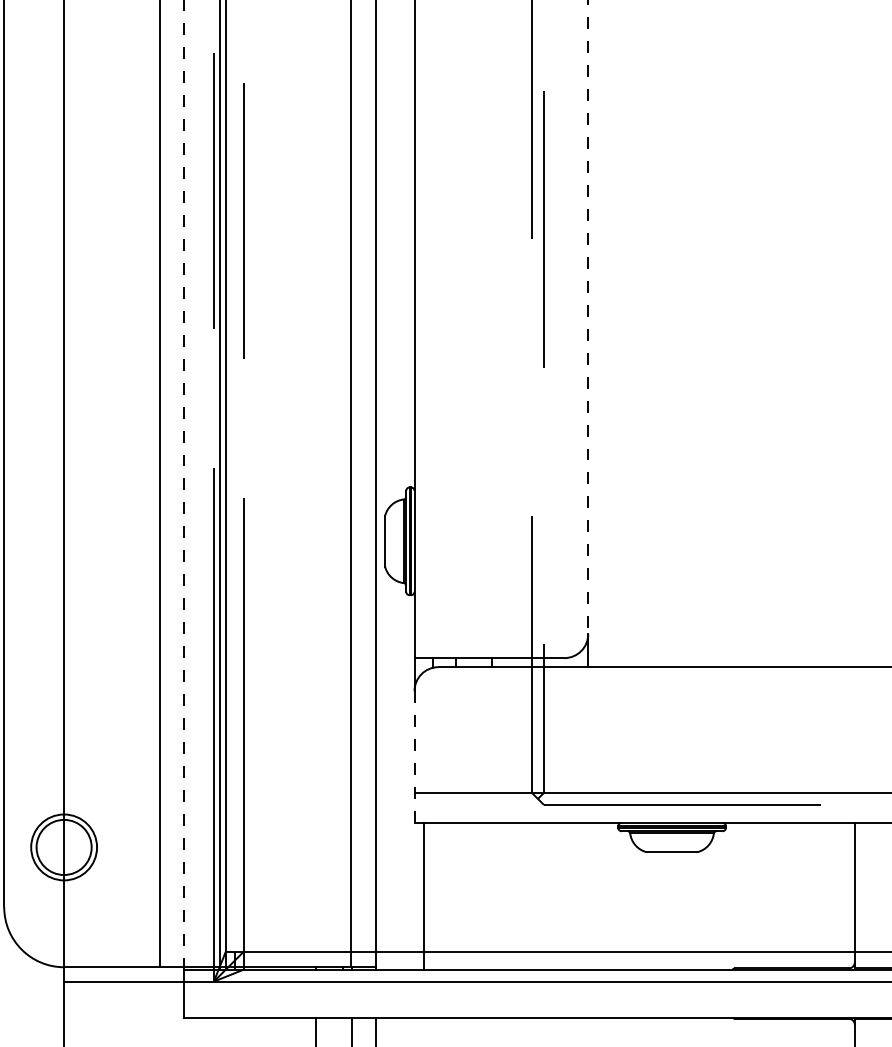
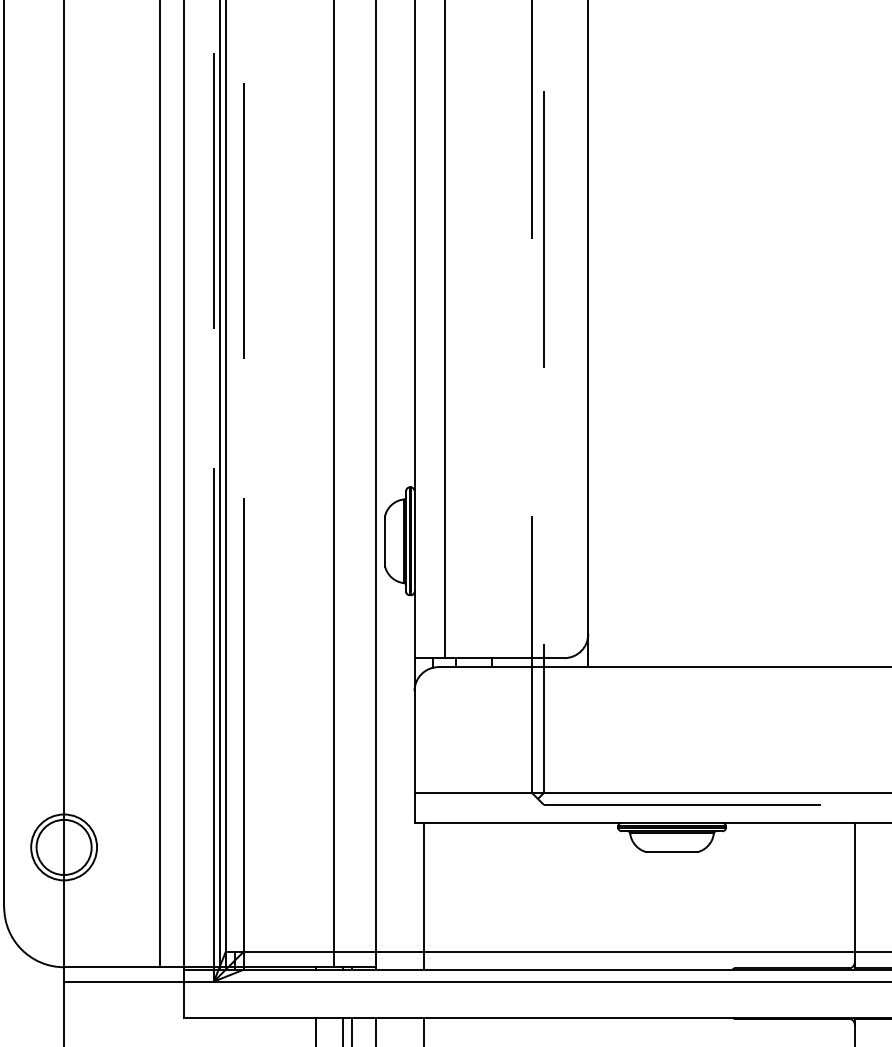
line at (588, 317): dashed -> solid
line at (444, 330): none -> present
line at (183, 484): dashed -> solid
line at (350, 484) position: (350, 484) -> (333, 484)
line at (414, 757): dashed -> solid
line at (343, 1030): none -> present
line at (423, 1030): none -> present
